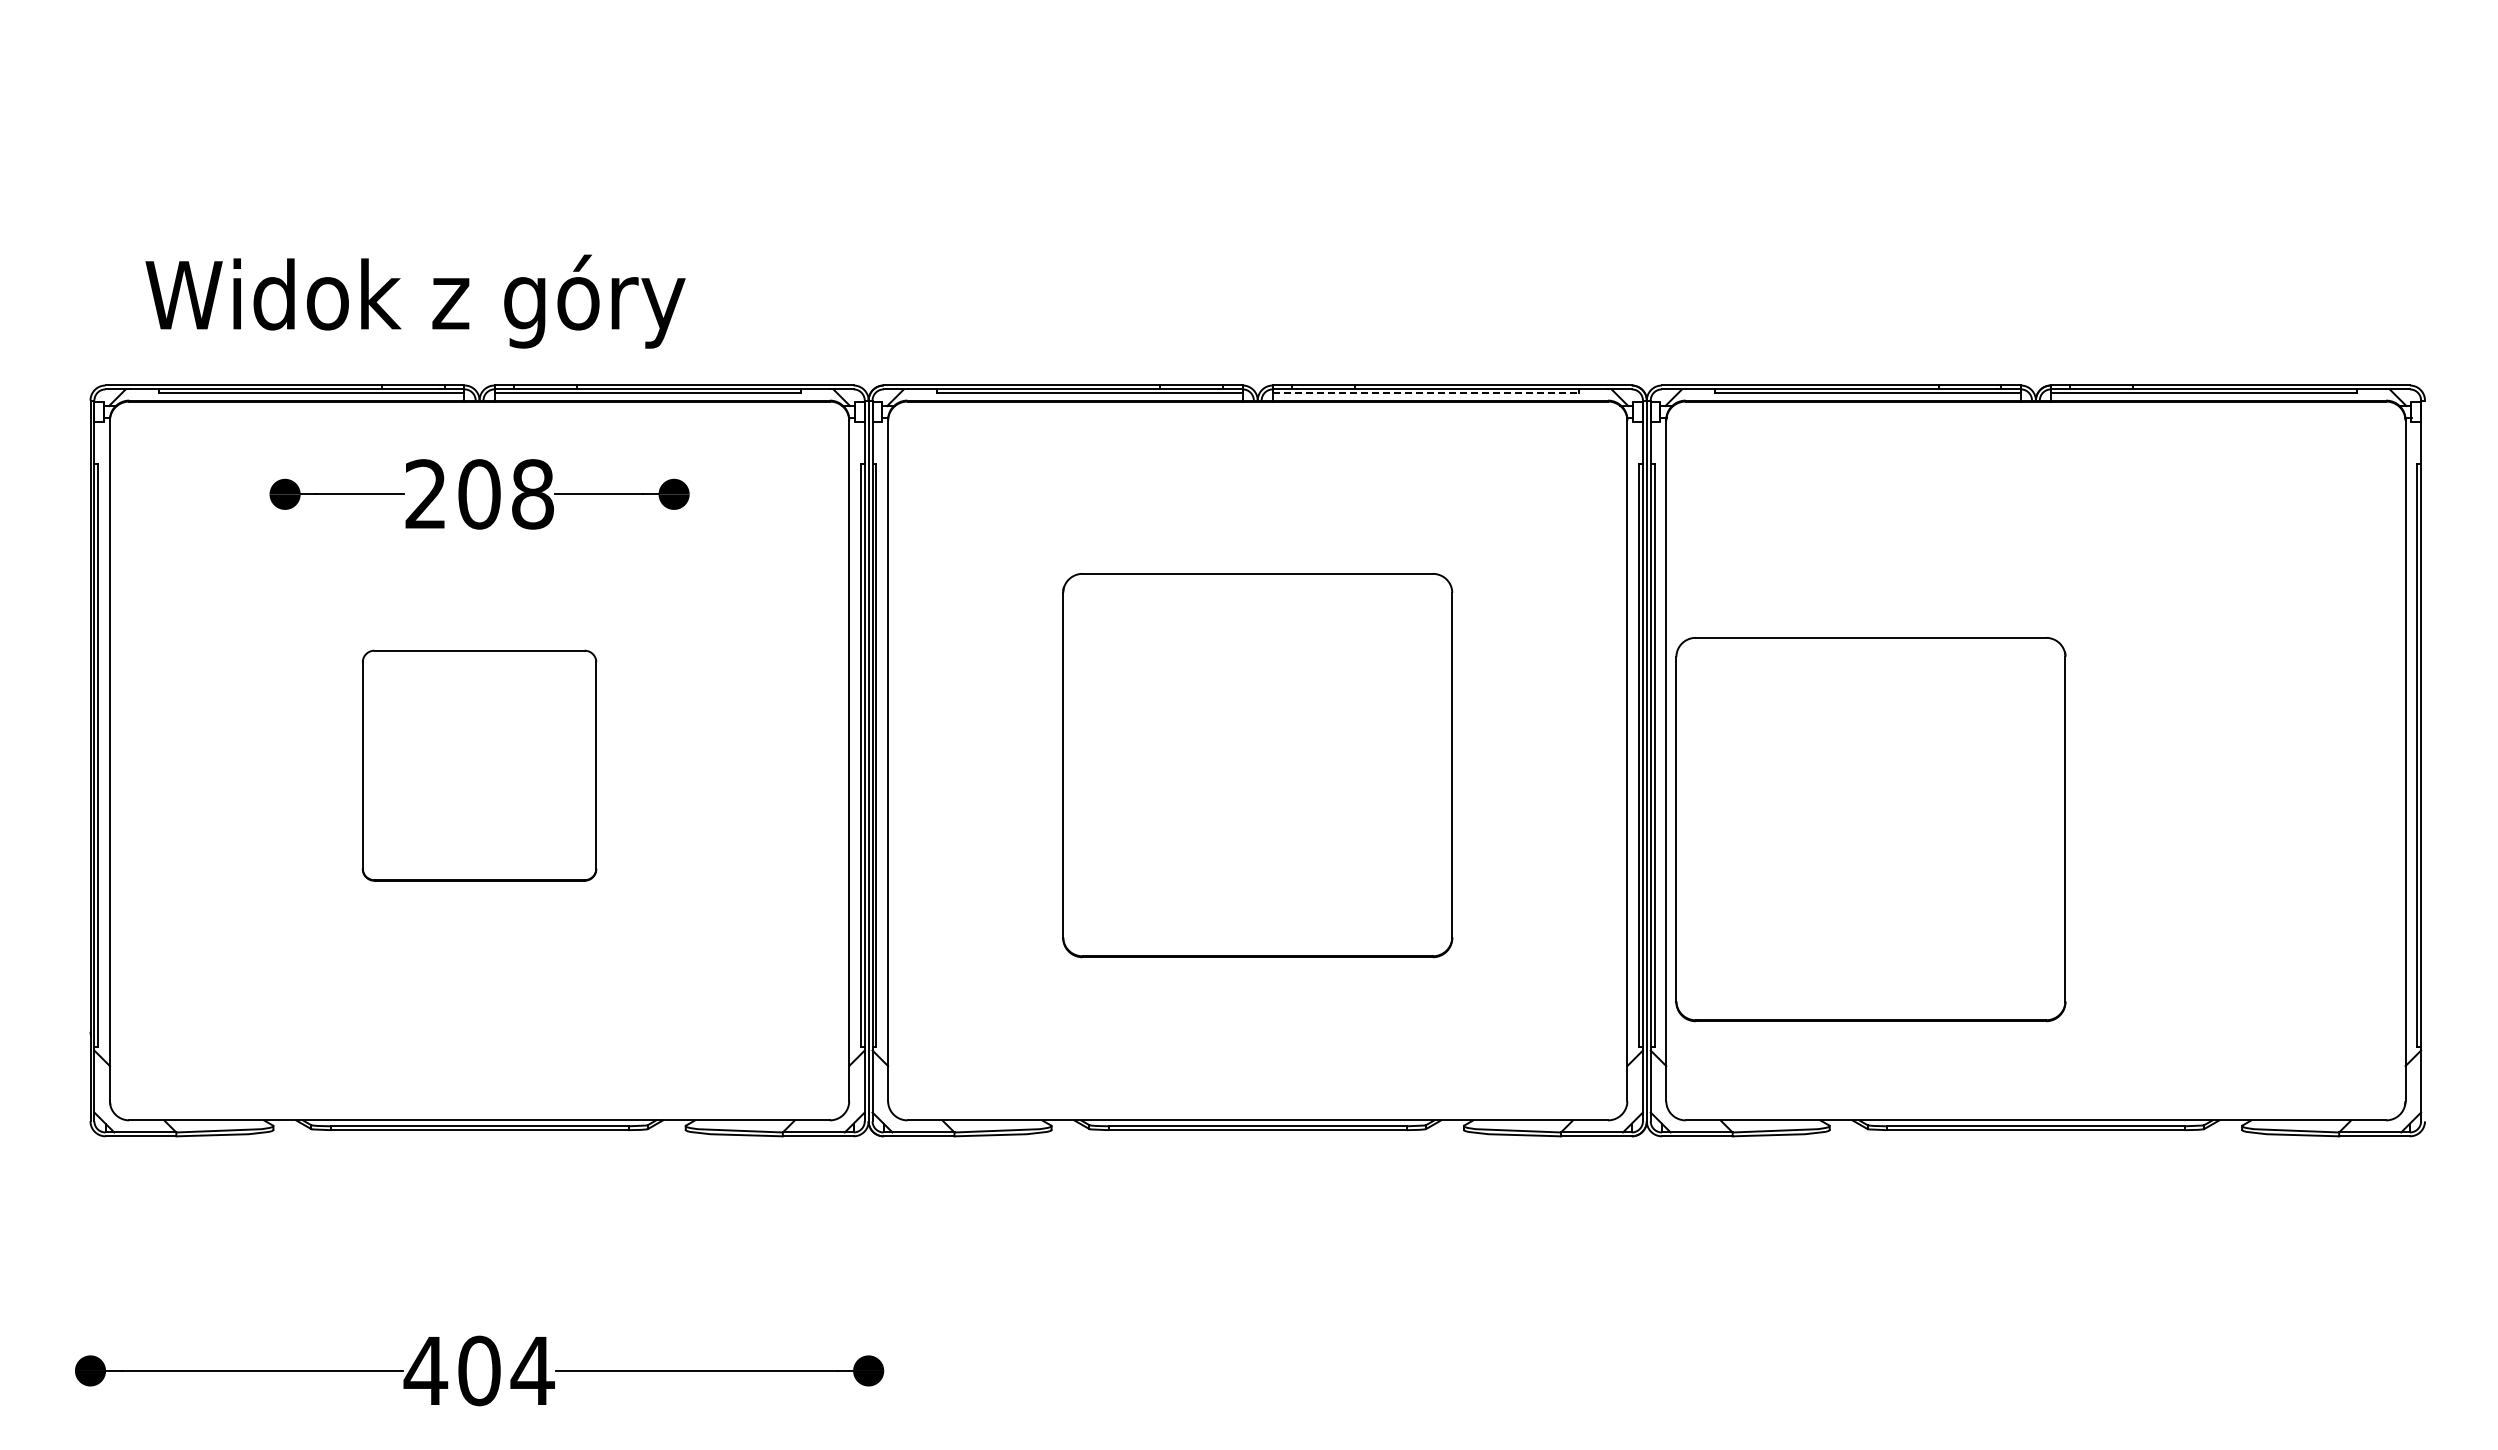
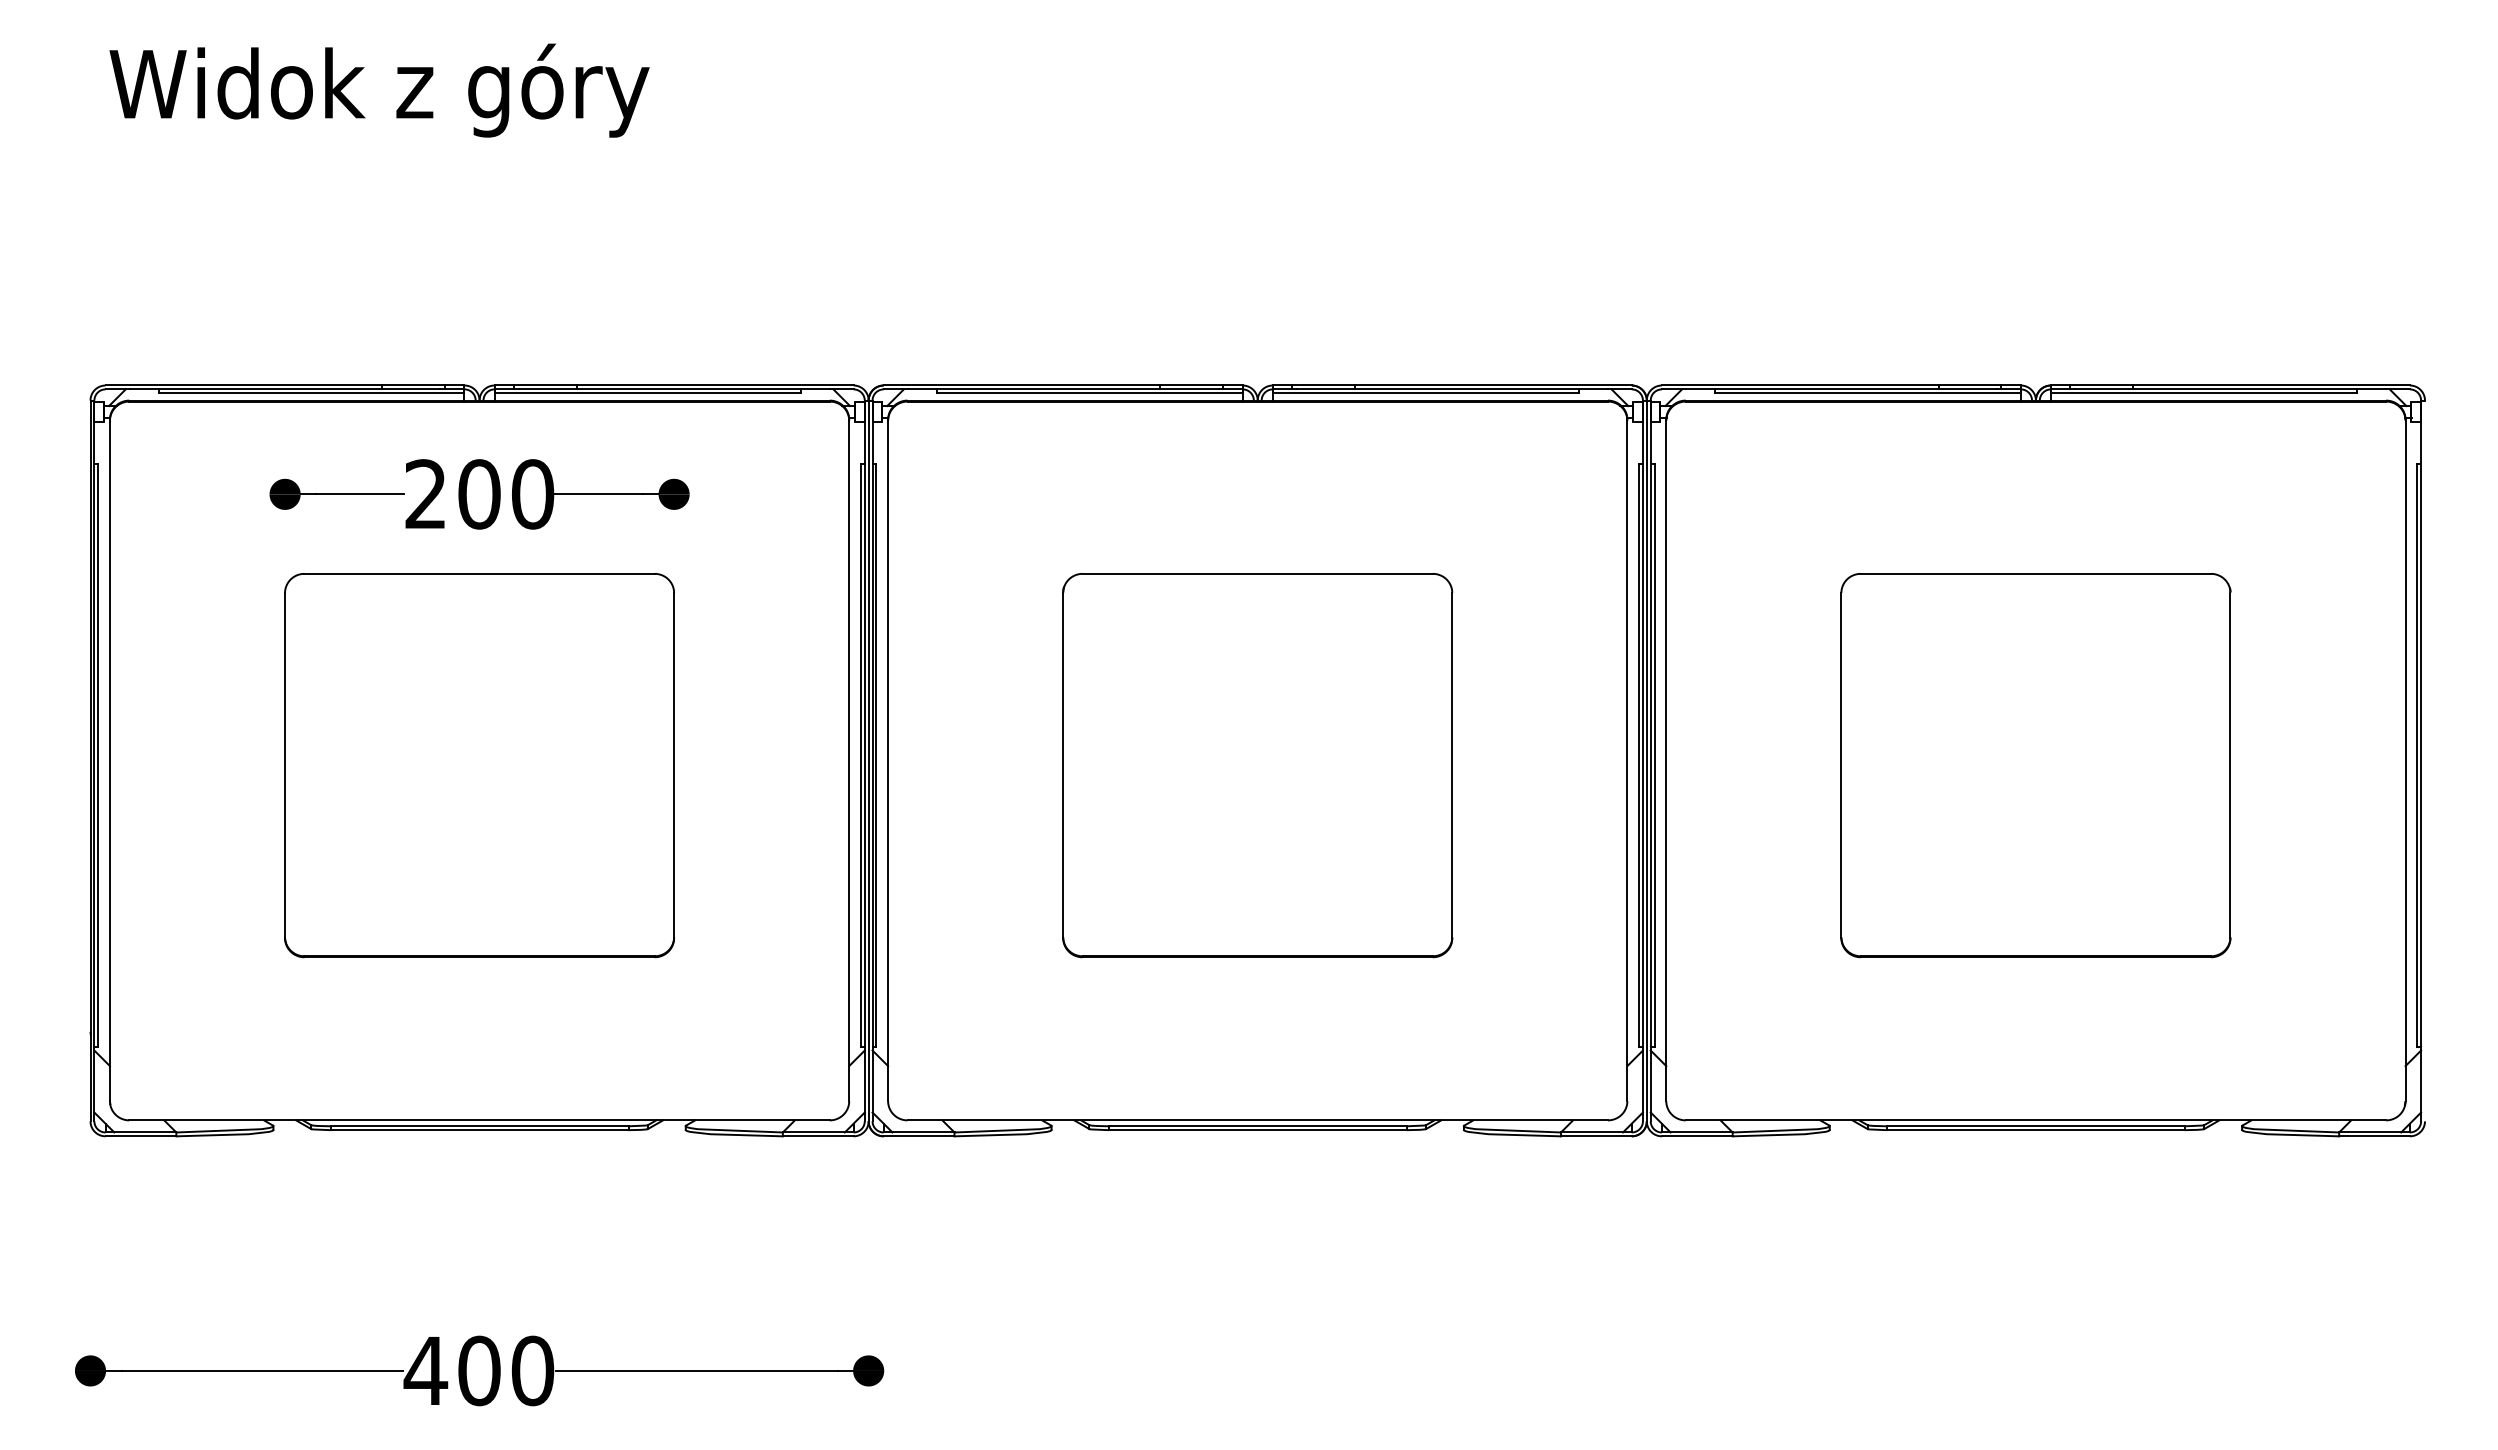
text at (415, 301) position: (415, 301) -> (379, 90)
line at (1425, 393): dashed -> solid
text at (533, 494): 208 -> 200
part at (479, 765) size: 237x233 px -> 391x386 px
part at (1870, 829) position: (1870, 829) -> (2035, 765)
text at (532, 1370): 404 -> 400
